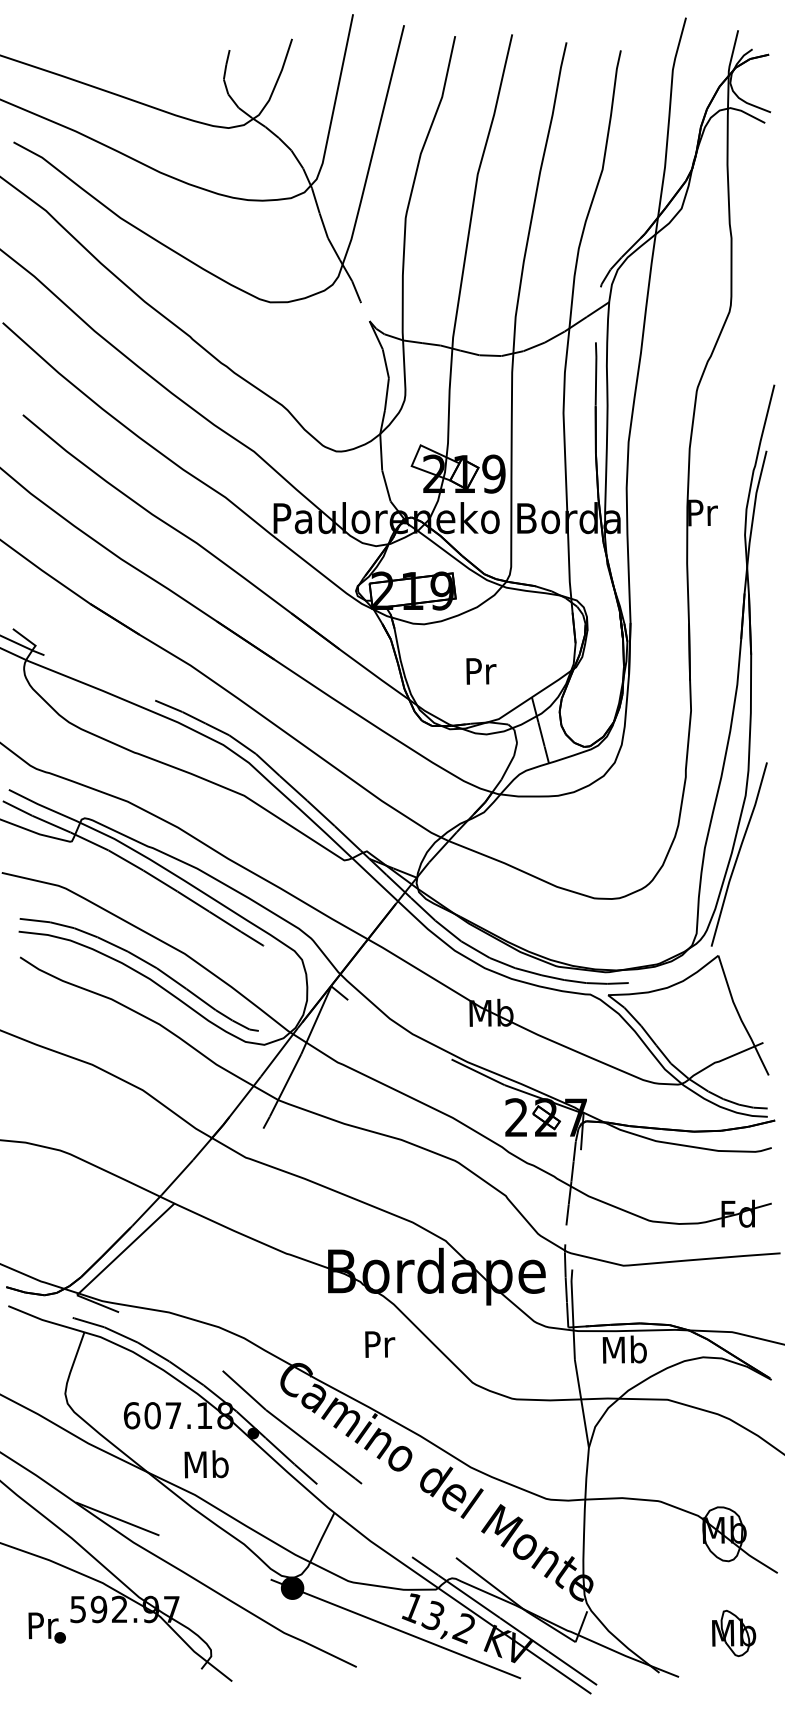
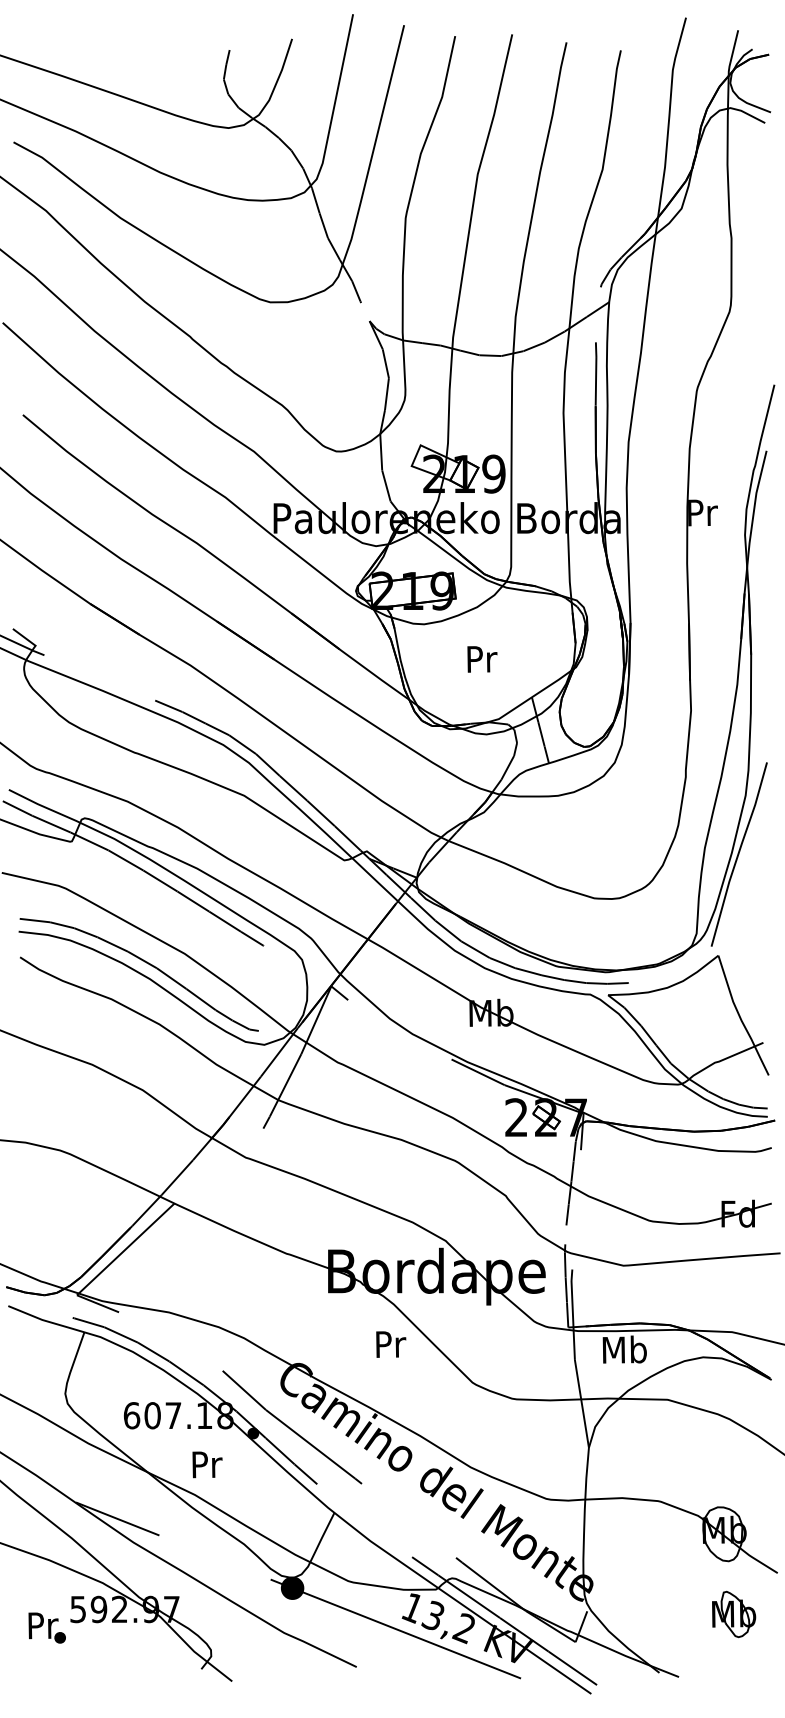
text at (481, 671) position: (481, 671) -> (482, 659)
text at (380, 1344) position: (380, 1344) -> (391, 1344)
text at (206, 1464): Mb -> Pr
part at (734, 1633) position: (734, 1633) -> (734, 1614)
